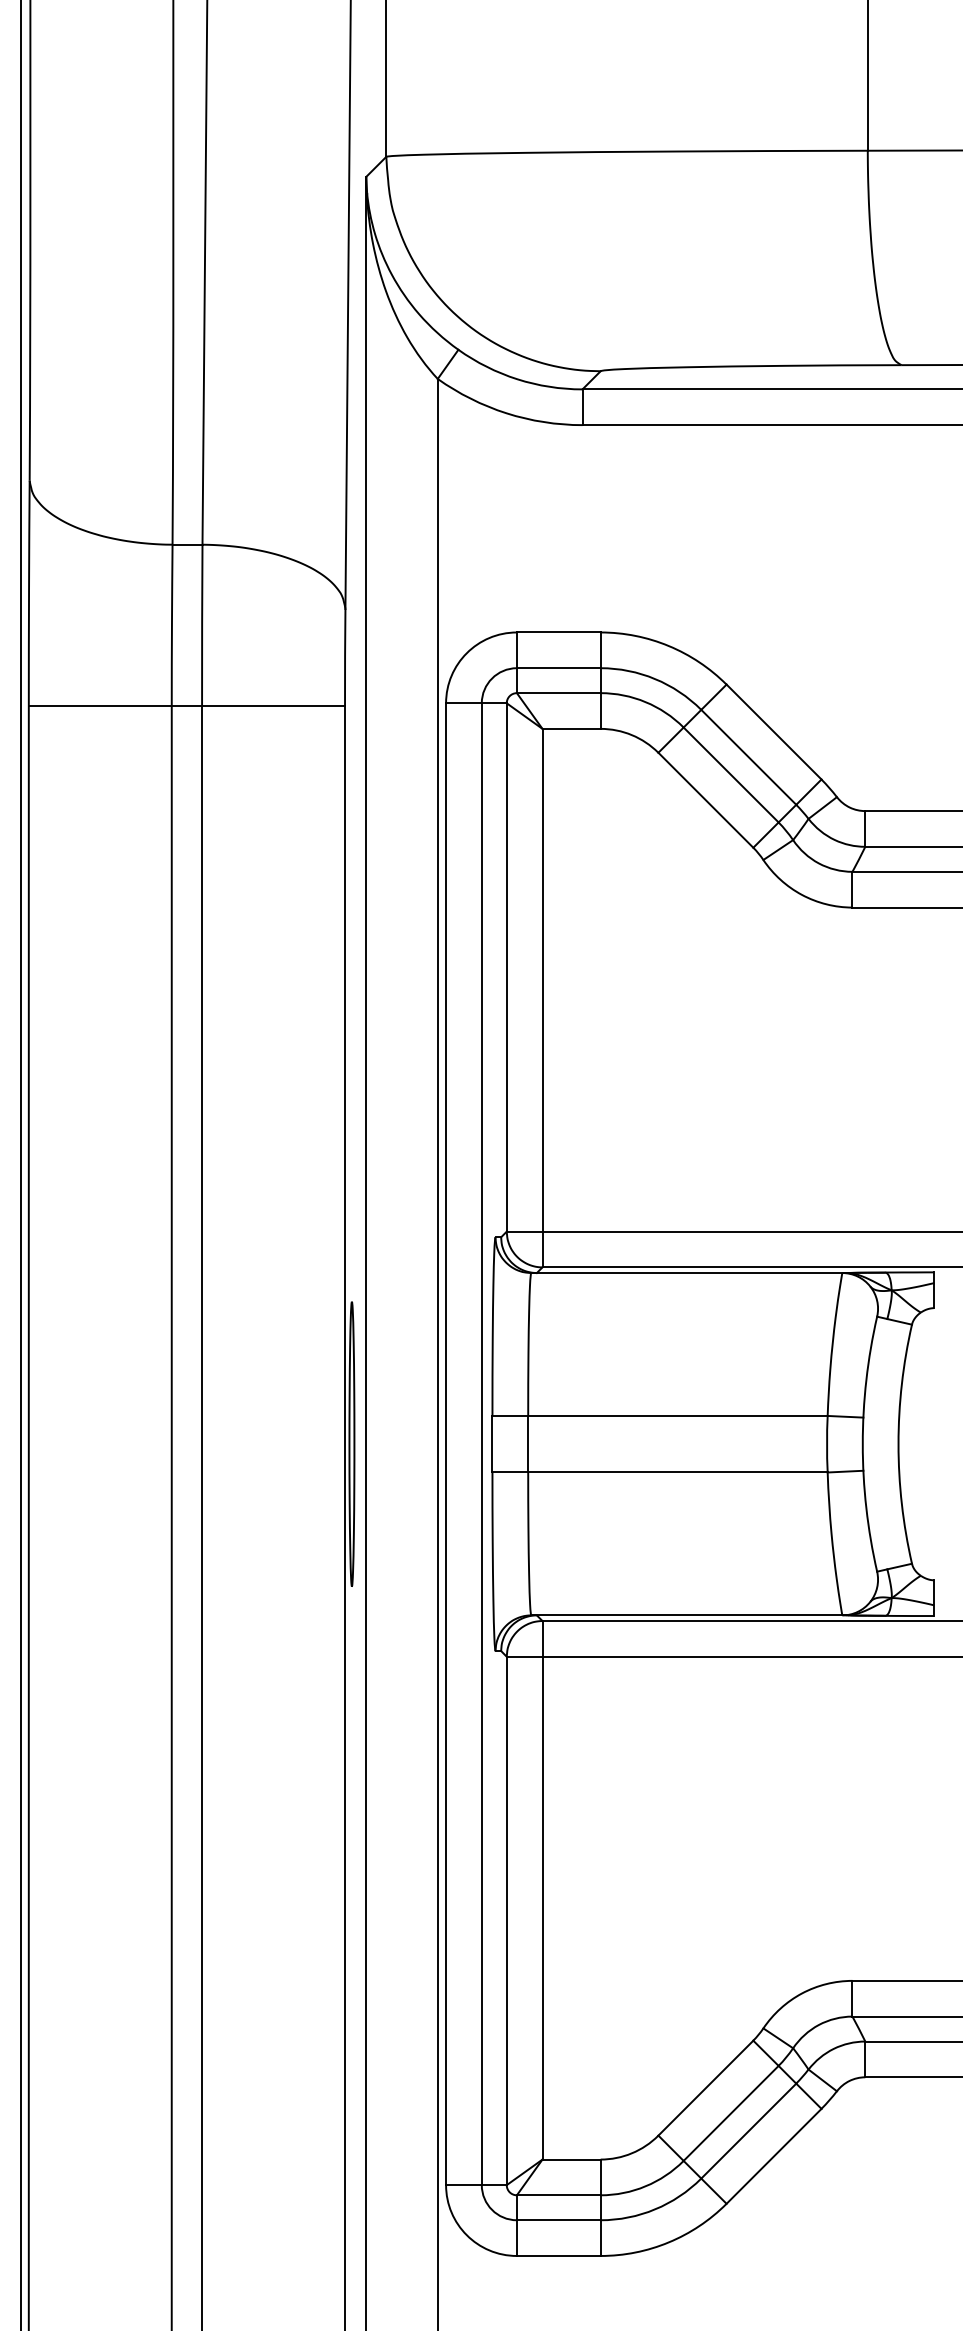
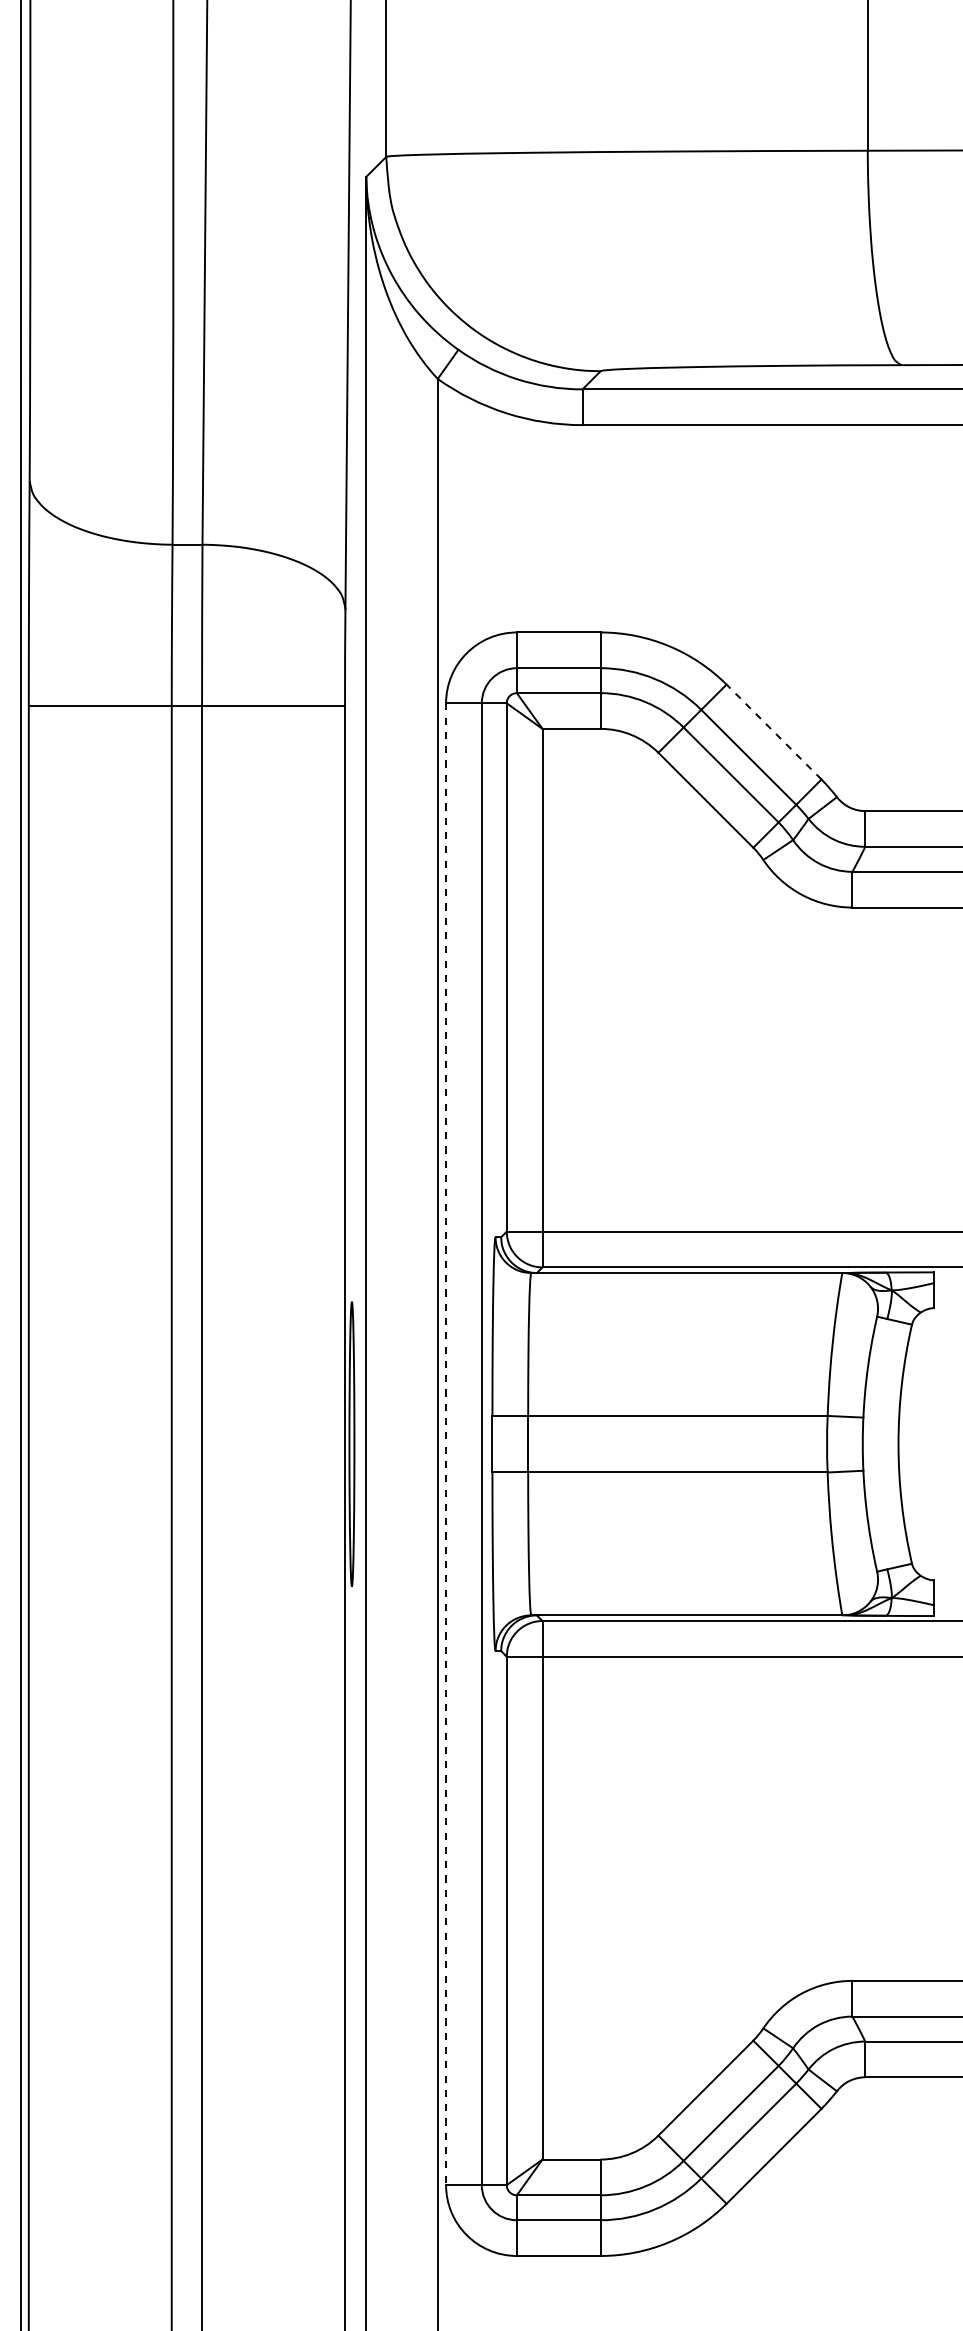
line at (773, 731): solid -> dashed
line at (446, 1444): solid -> dashed
